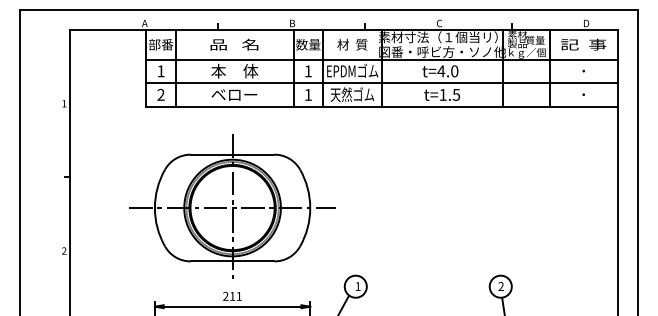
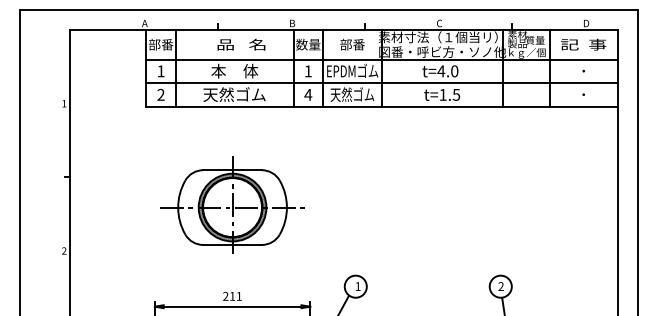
text at (234, 44) position: (234, 44) -> (241, 44)
text at (352, 44): 材  質 -> 部番
text at (234, 94): ベロー -> 天然ゴム
text at (308, 94): 1 -> 4
part at (232, 206) size: 207x145 px -> 145x98 px
